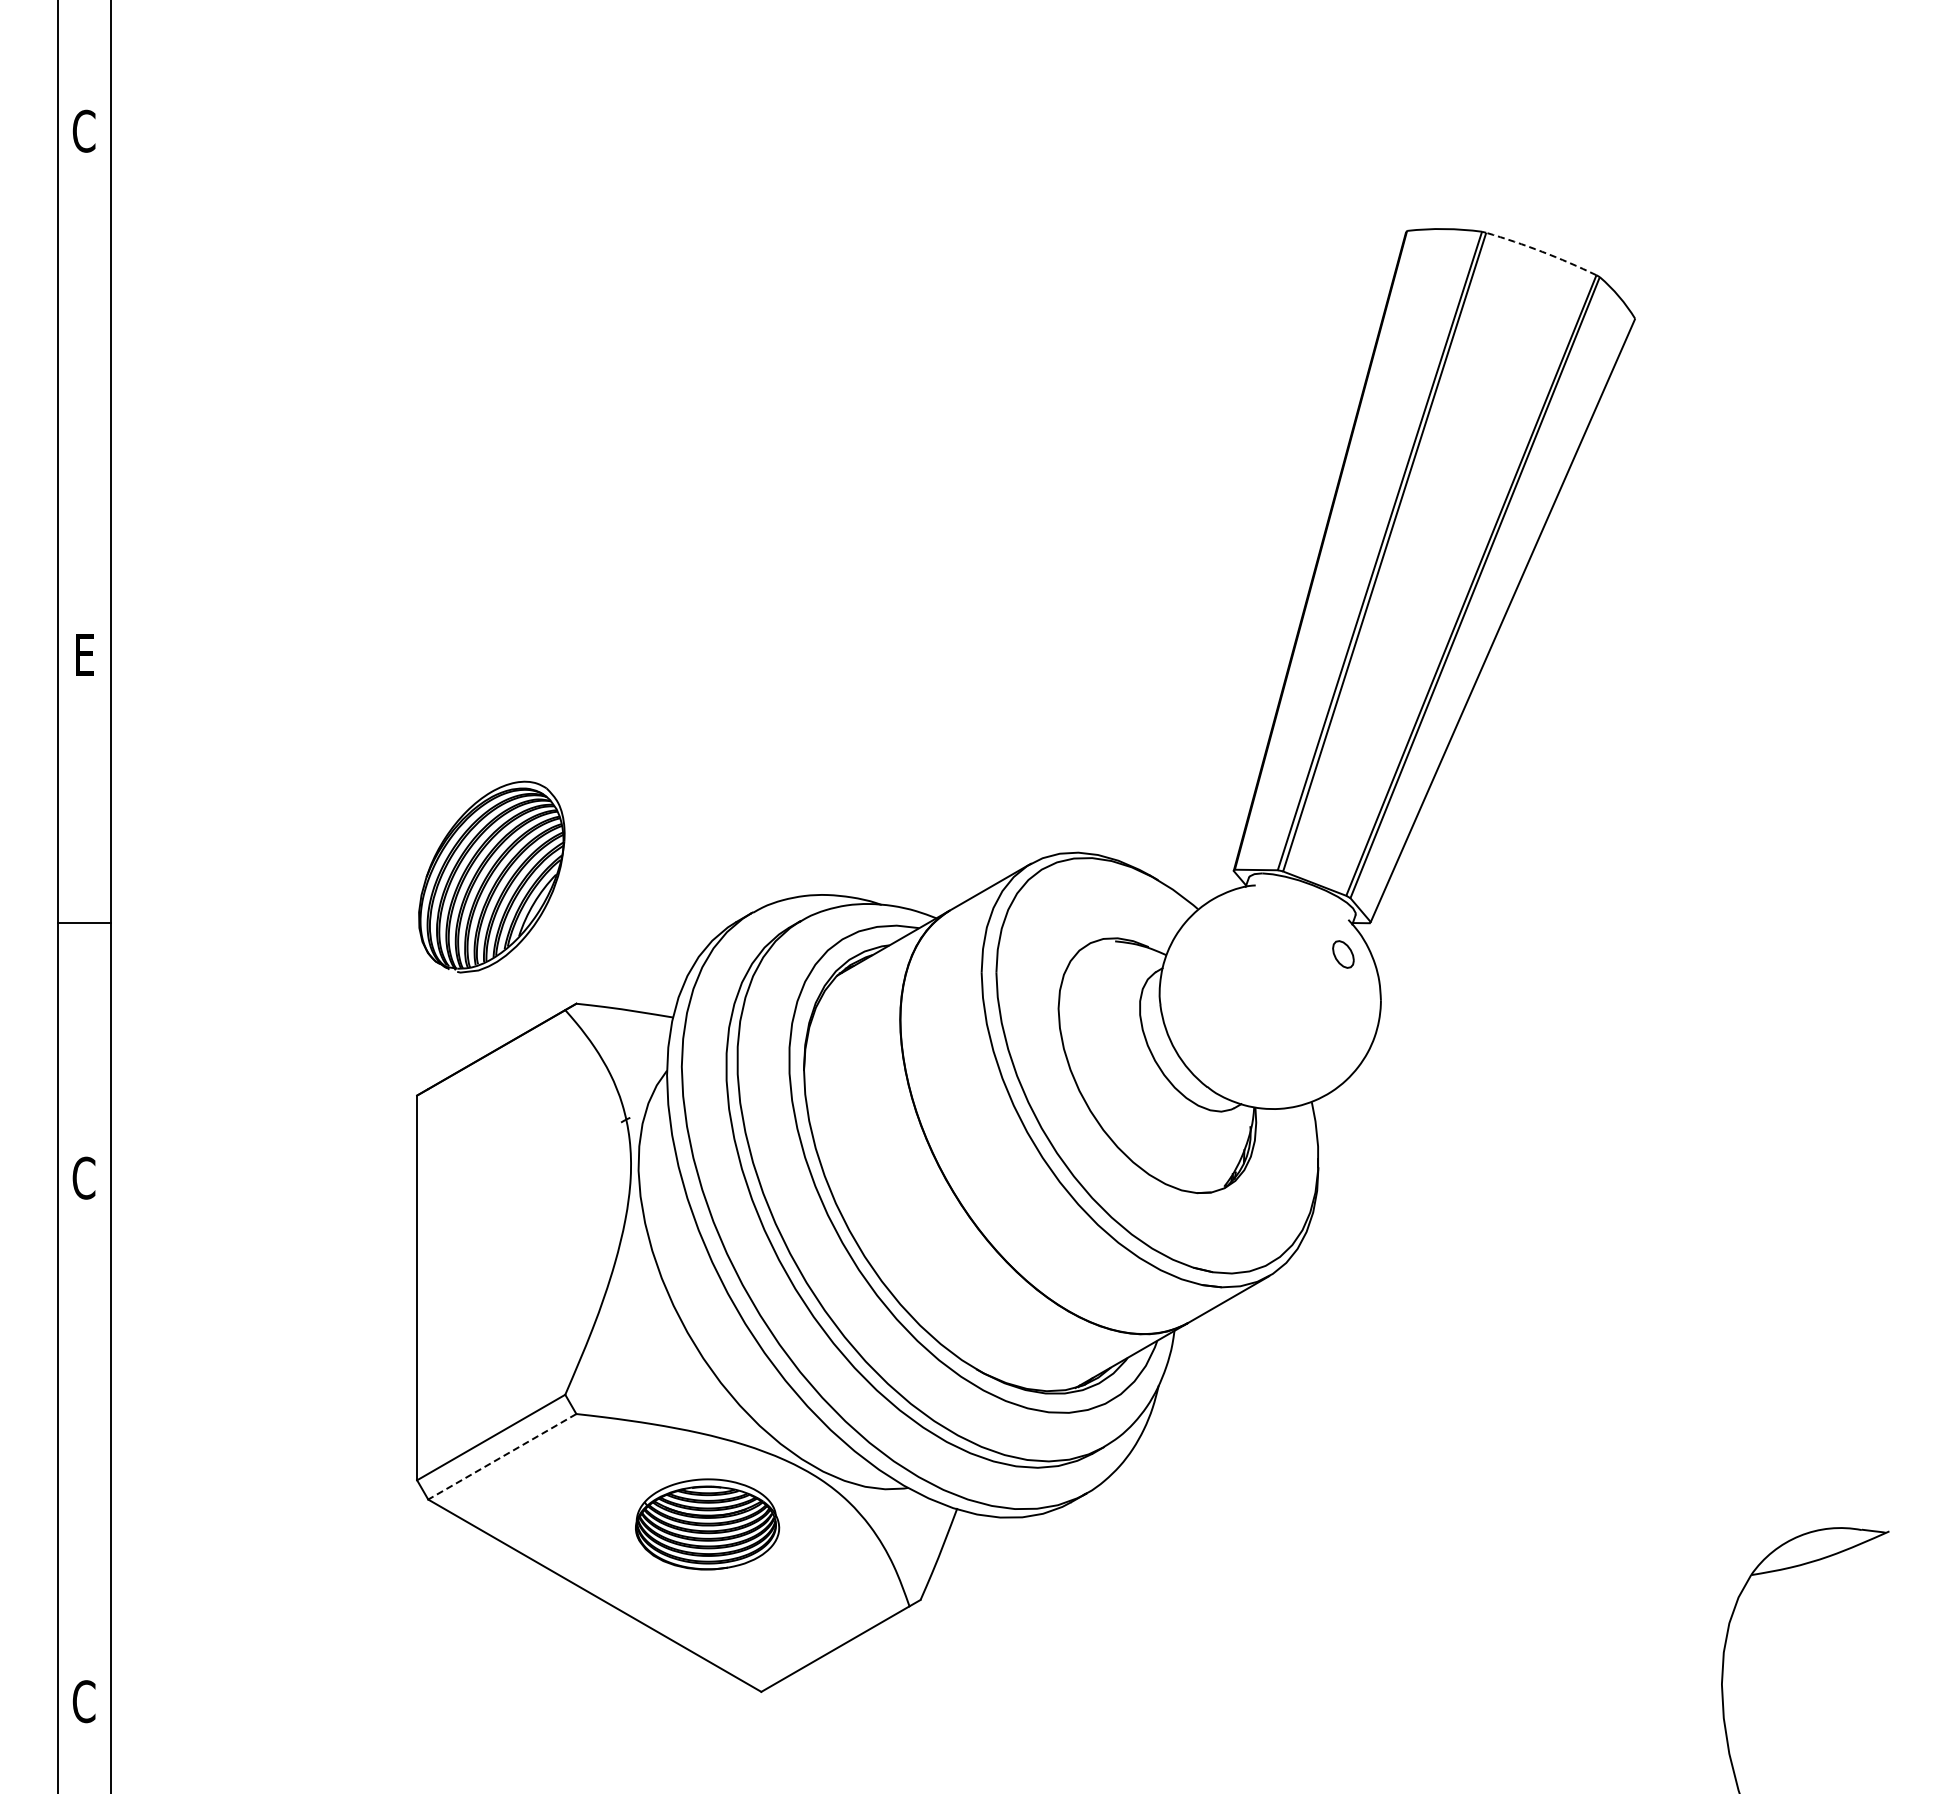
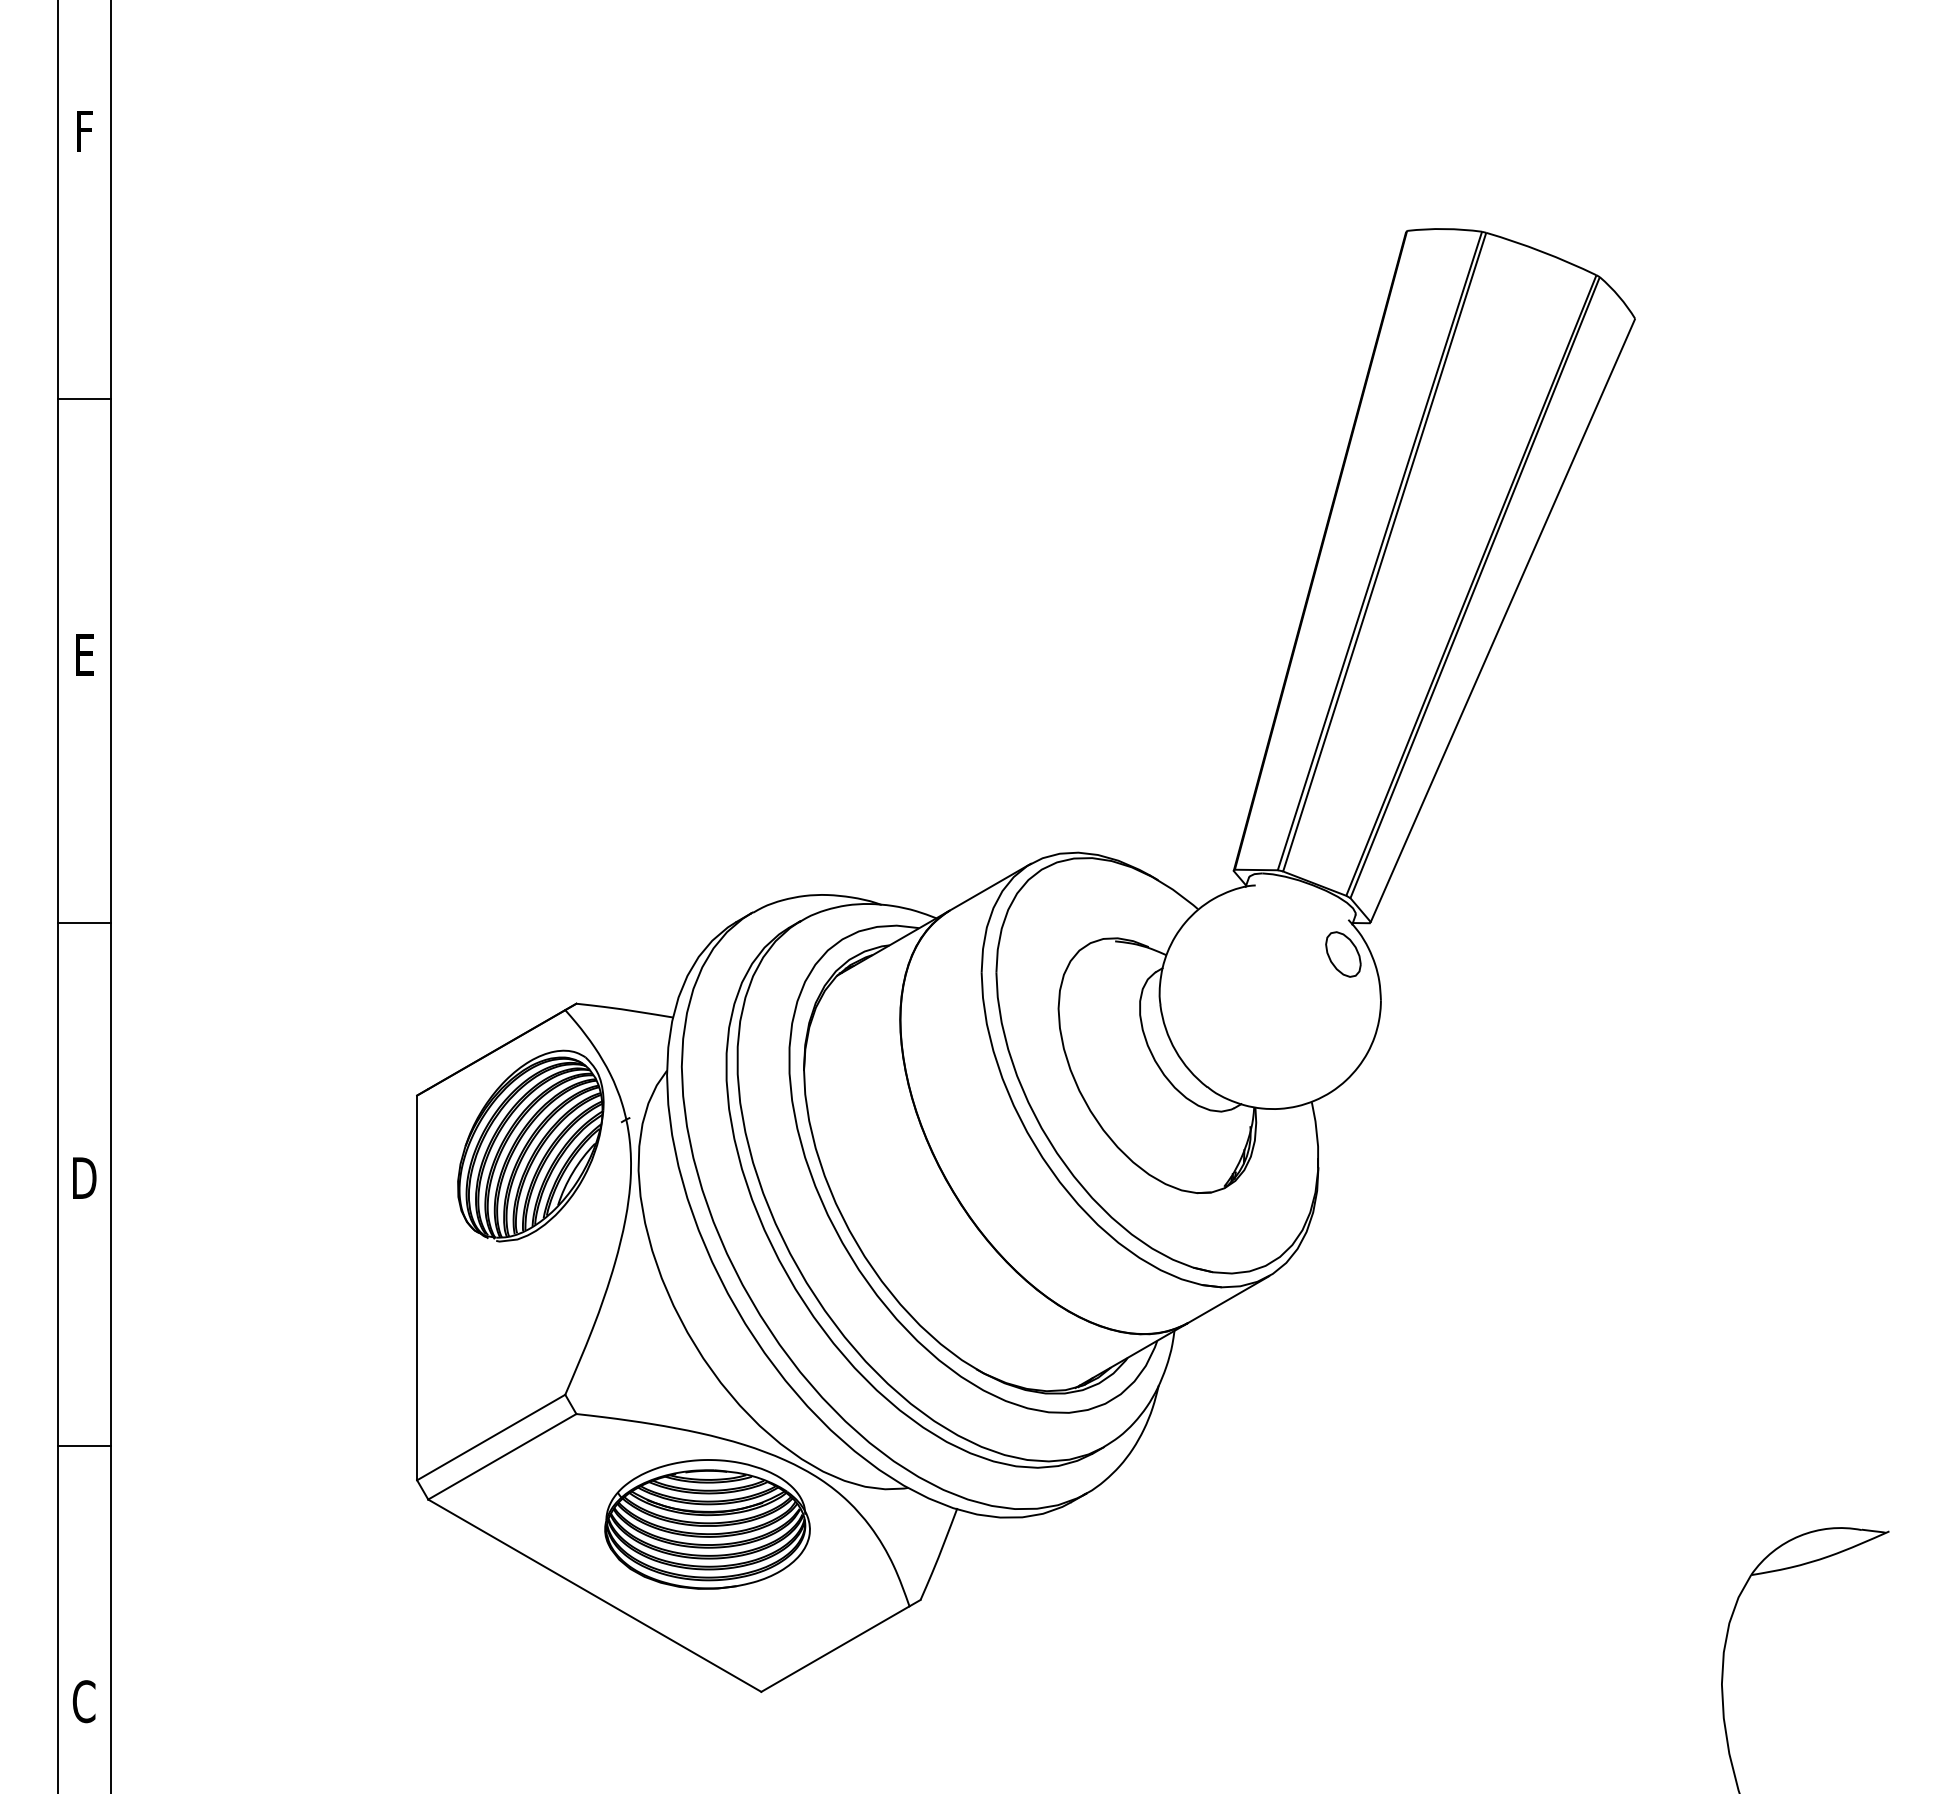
text at (83, 130): C -> F
arc at (1542, 251): dashed -> solid
line at (84, 399): none -> present
part at (491, 876) position: (491, 876) -> (530, 1145)
part at (1343, 954) size: 23x29 px -> 37x47 px
text at (84, 1177): C -> D
line at (84, 1445): none -> present
line at (502, 1456): dashed -> solid
part at (707, 1524) size: 146x93 px -> 207x131 px
